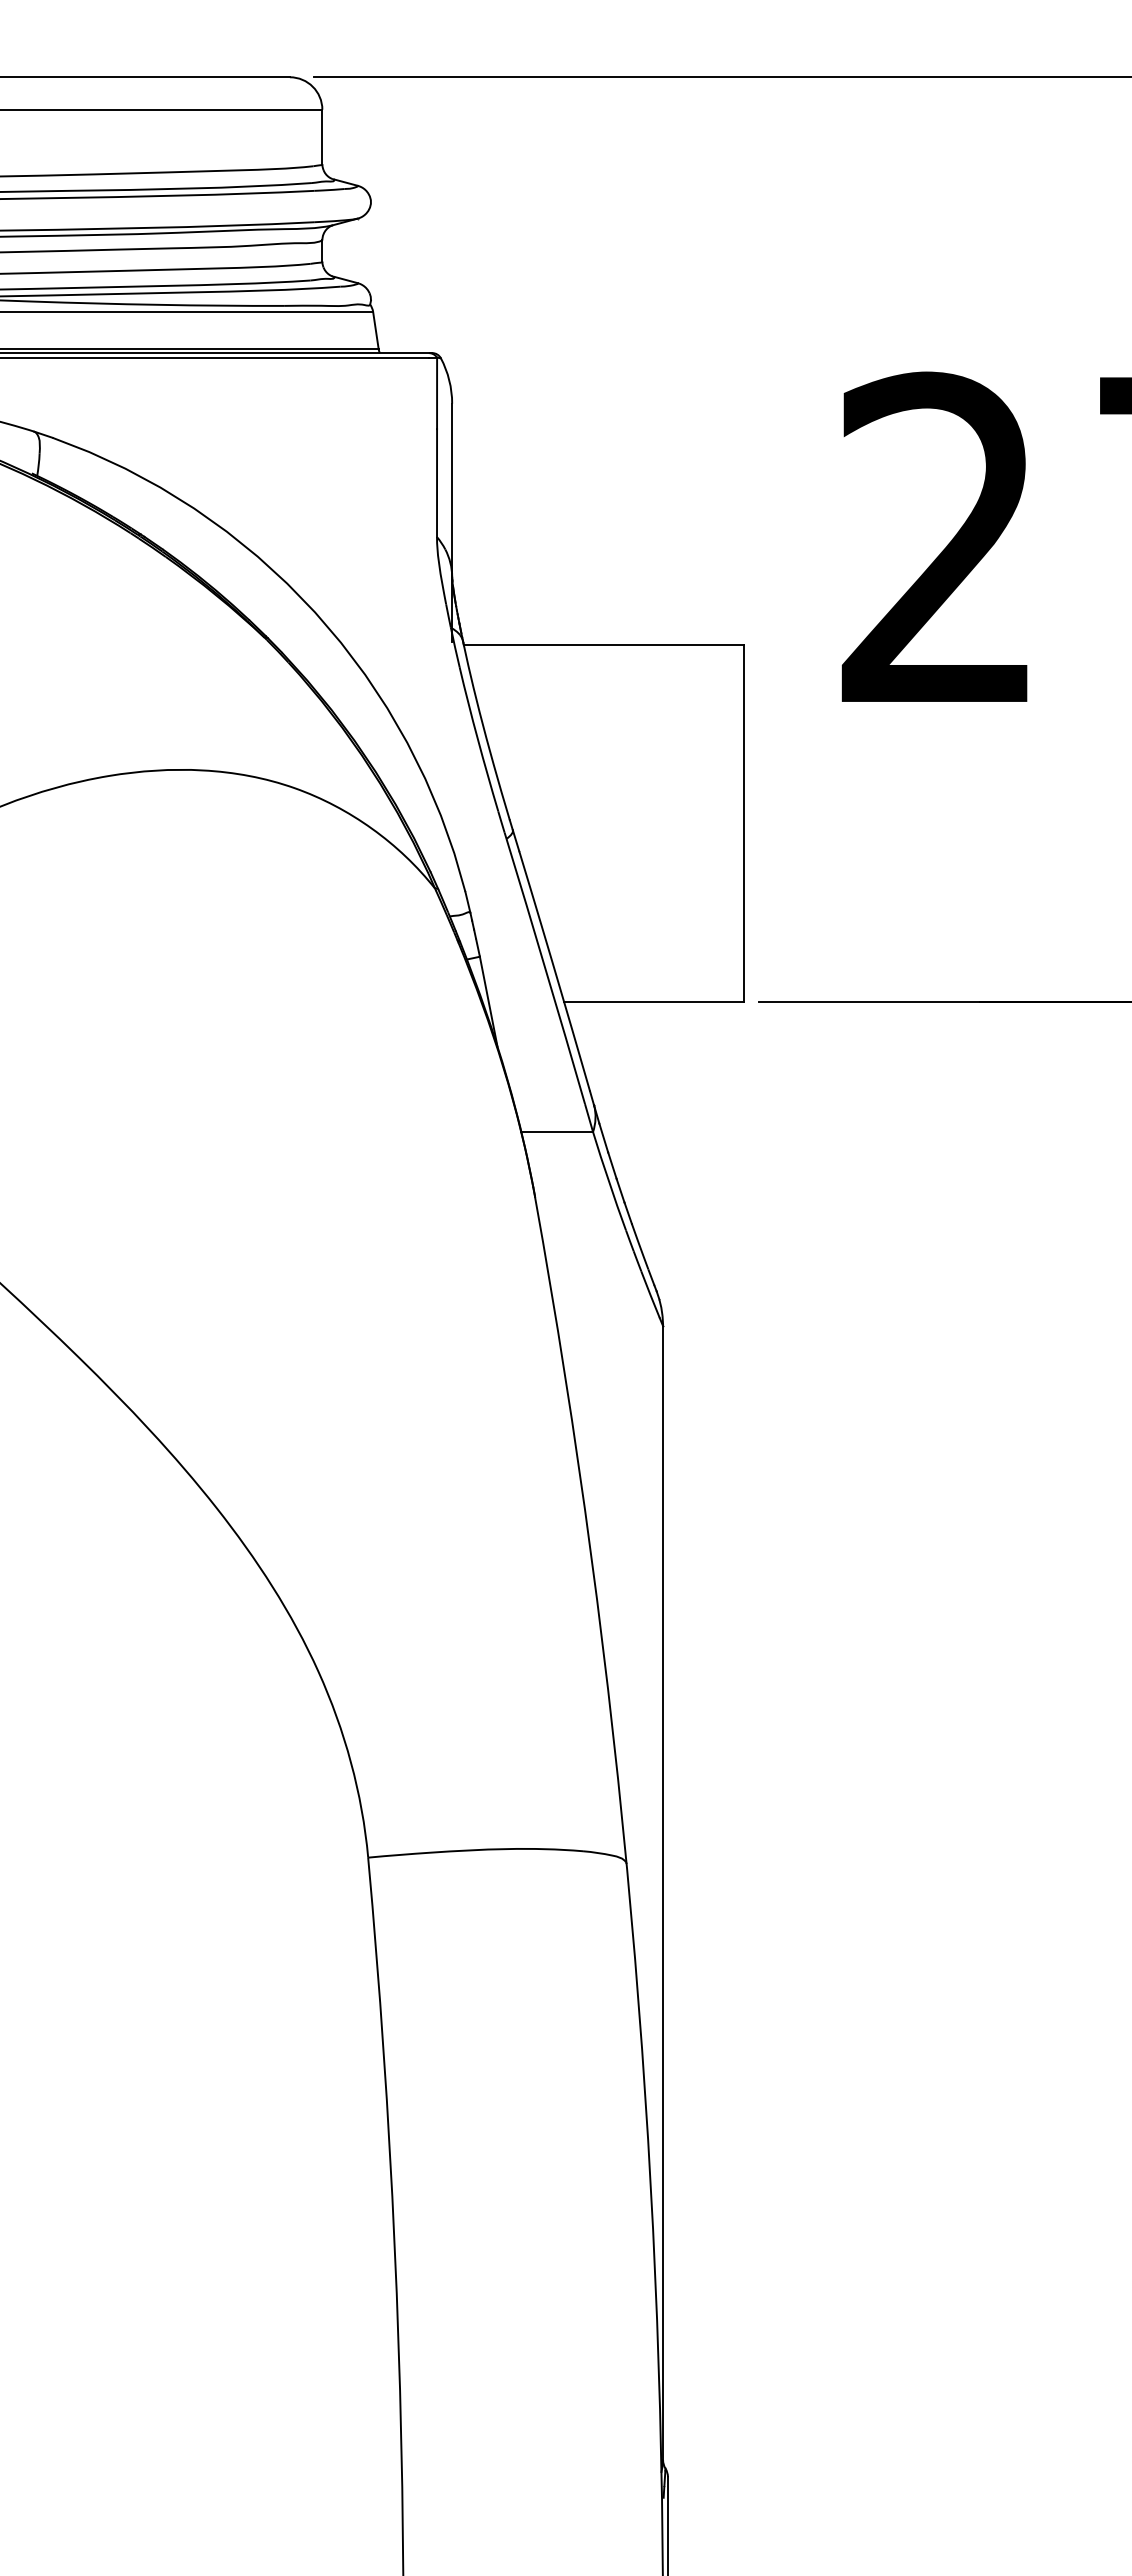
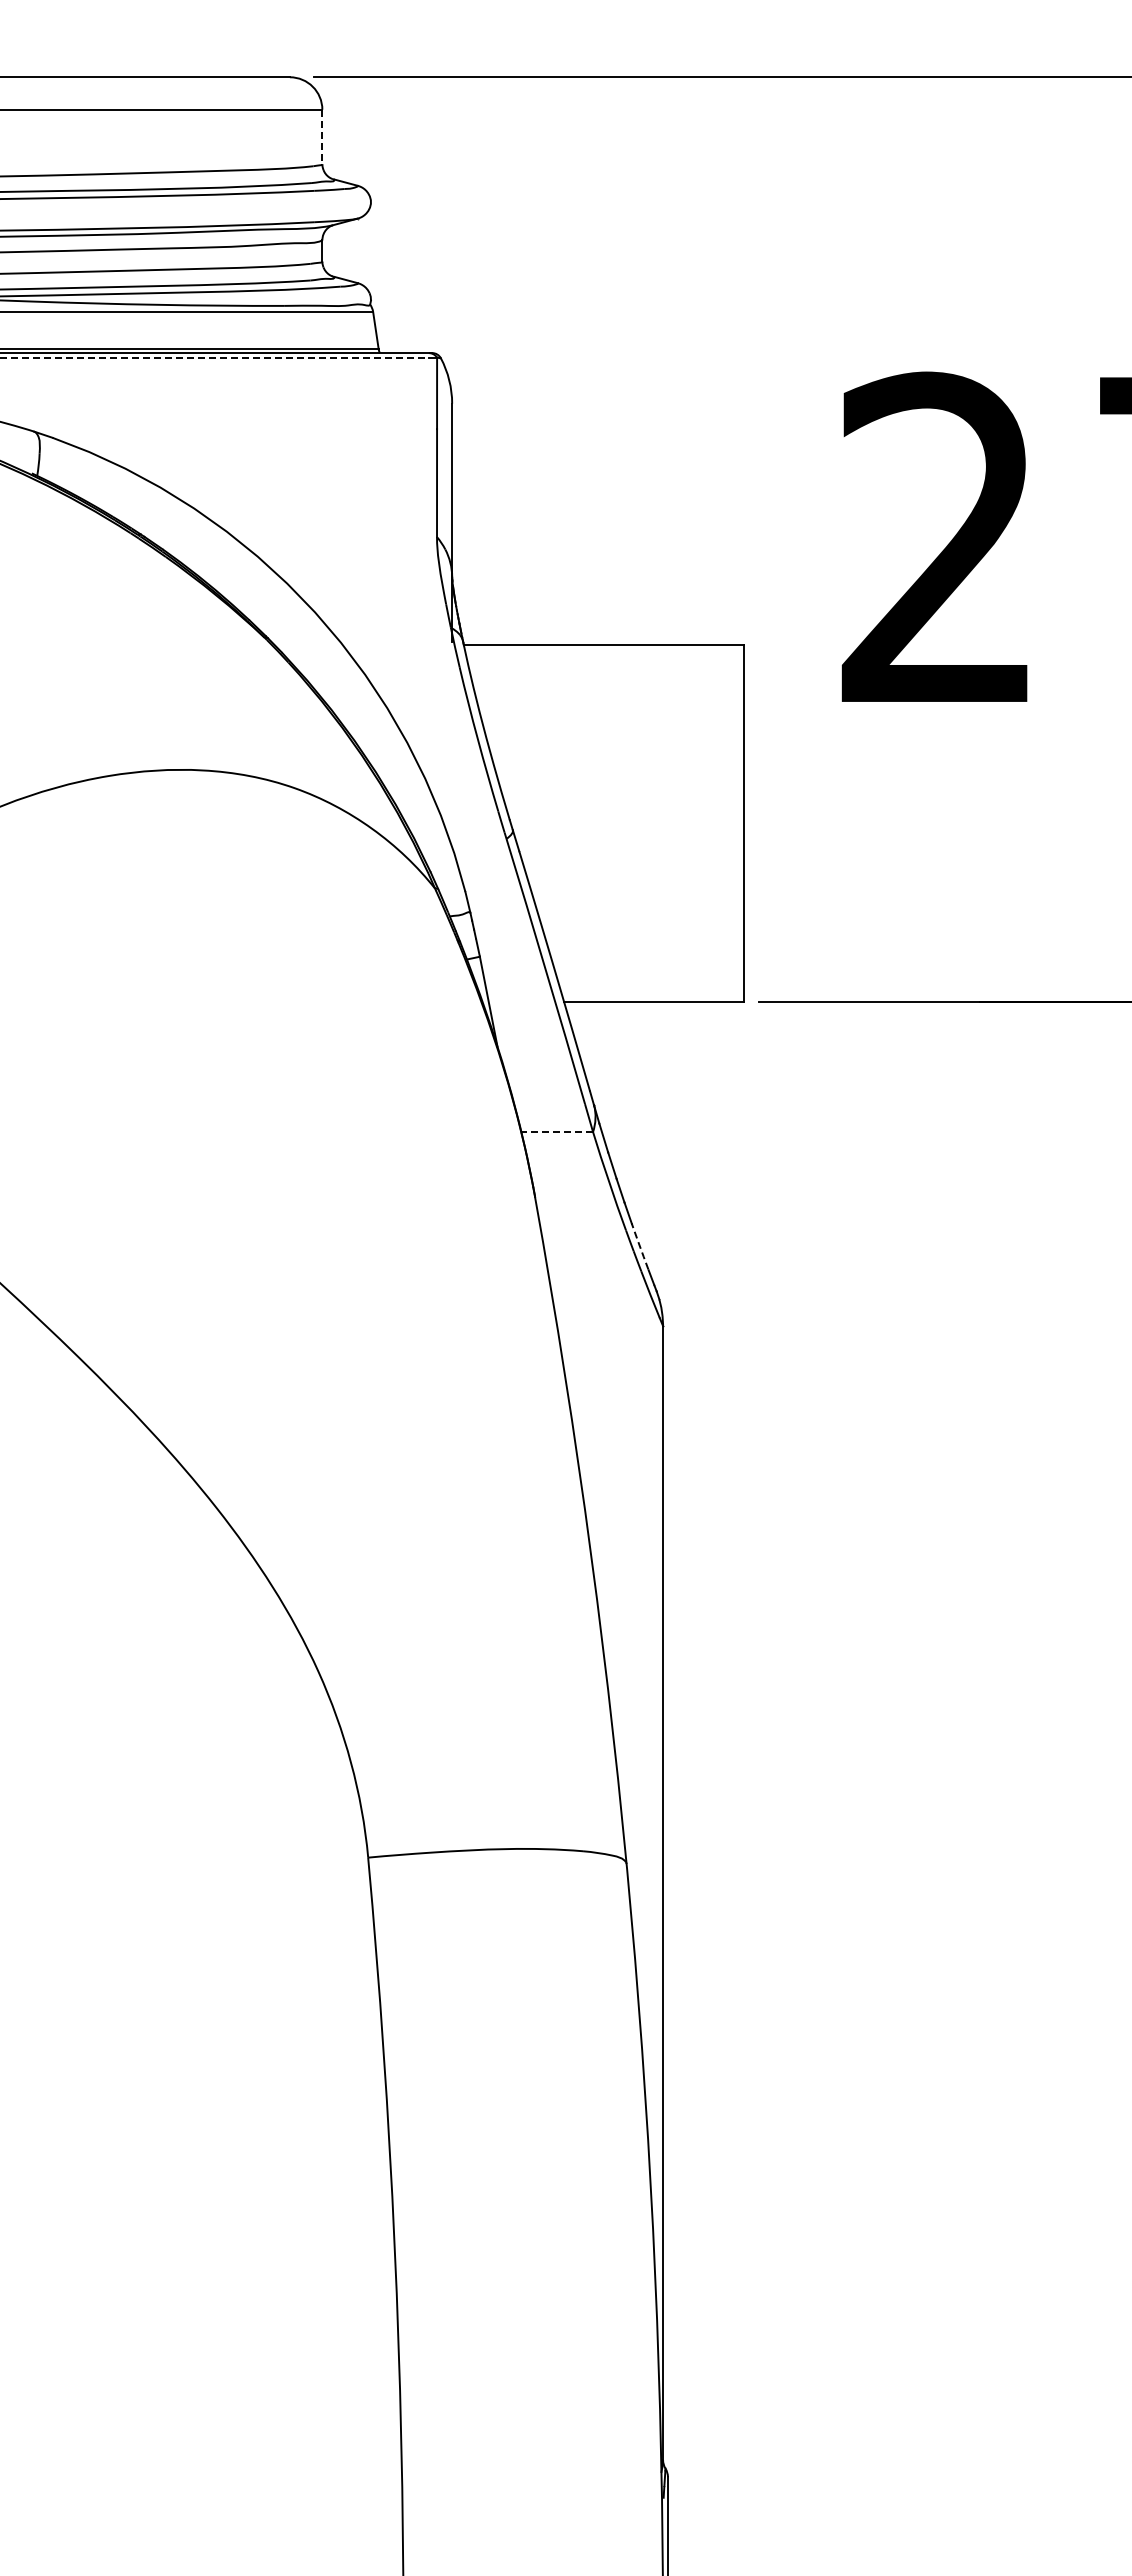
line at (322, 137): solid -> dashed
line at (215, 357): solid -> dashed
line at (557, 1132): solid -> dashed
line at (639, 1246): solid -> dashed
